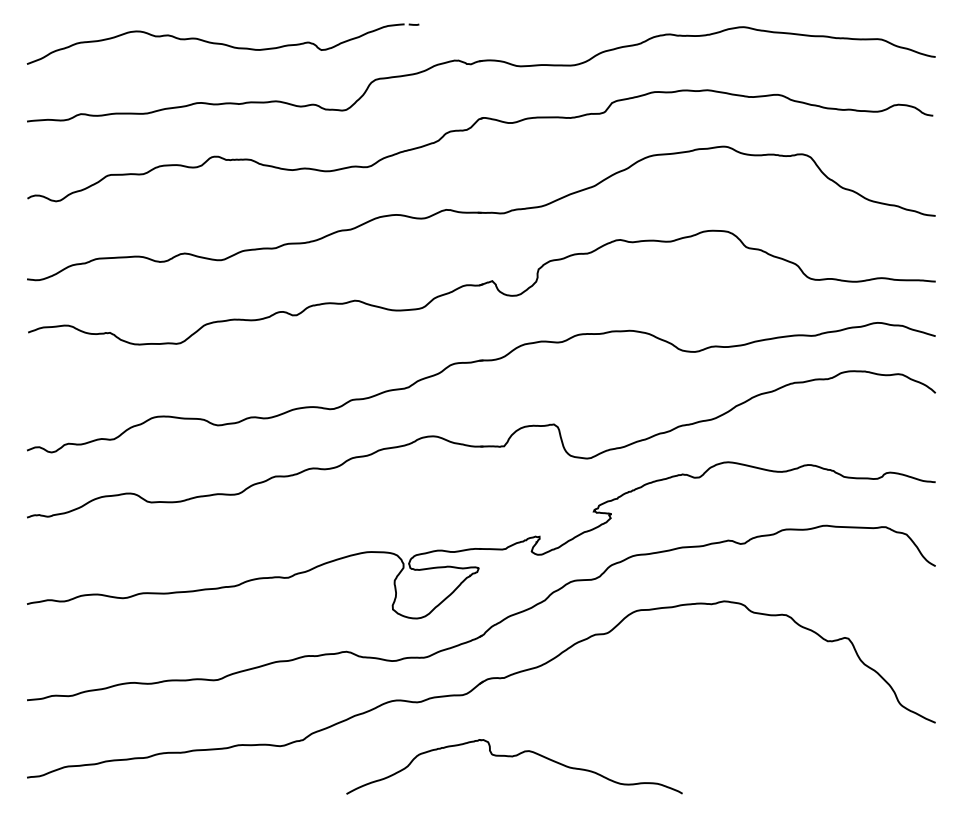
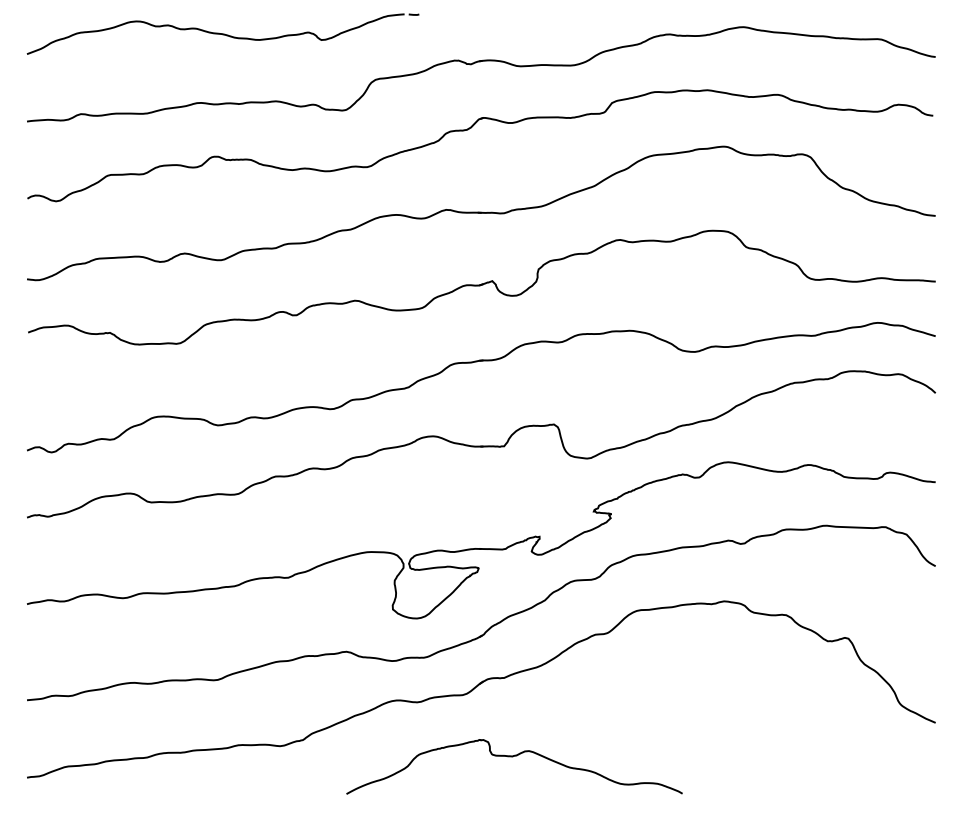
part at (222, 43) position: (222, 43) -> (222, 33)
